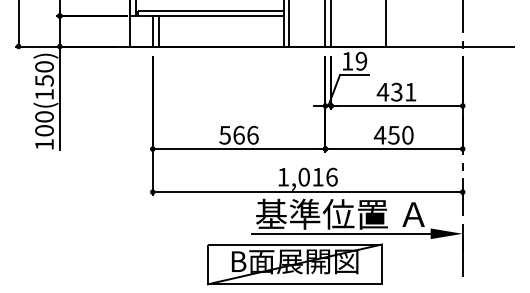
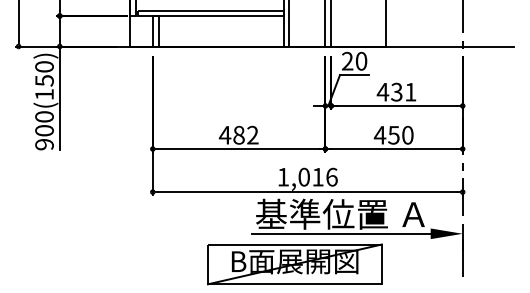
text at (354, 60): 19 -> 20
text at (238, 134): 566 -> 482
text at (44, 144): 100(150) -> 900(150)
